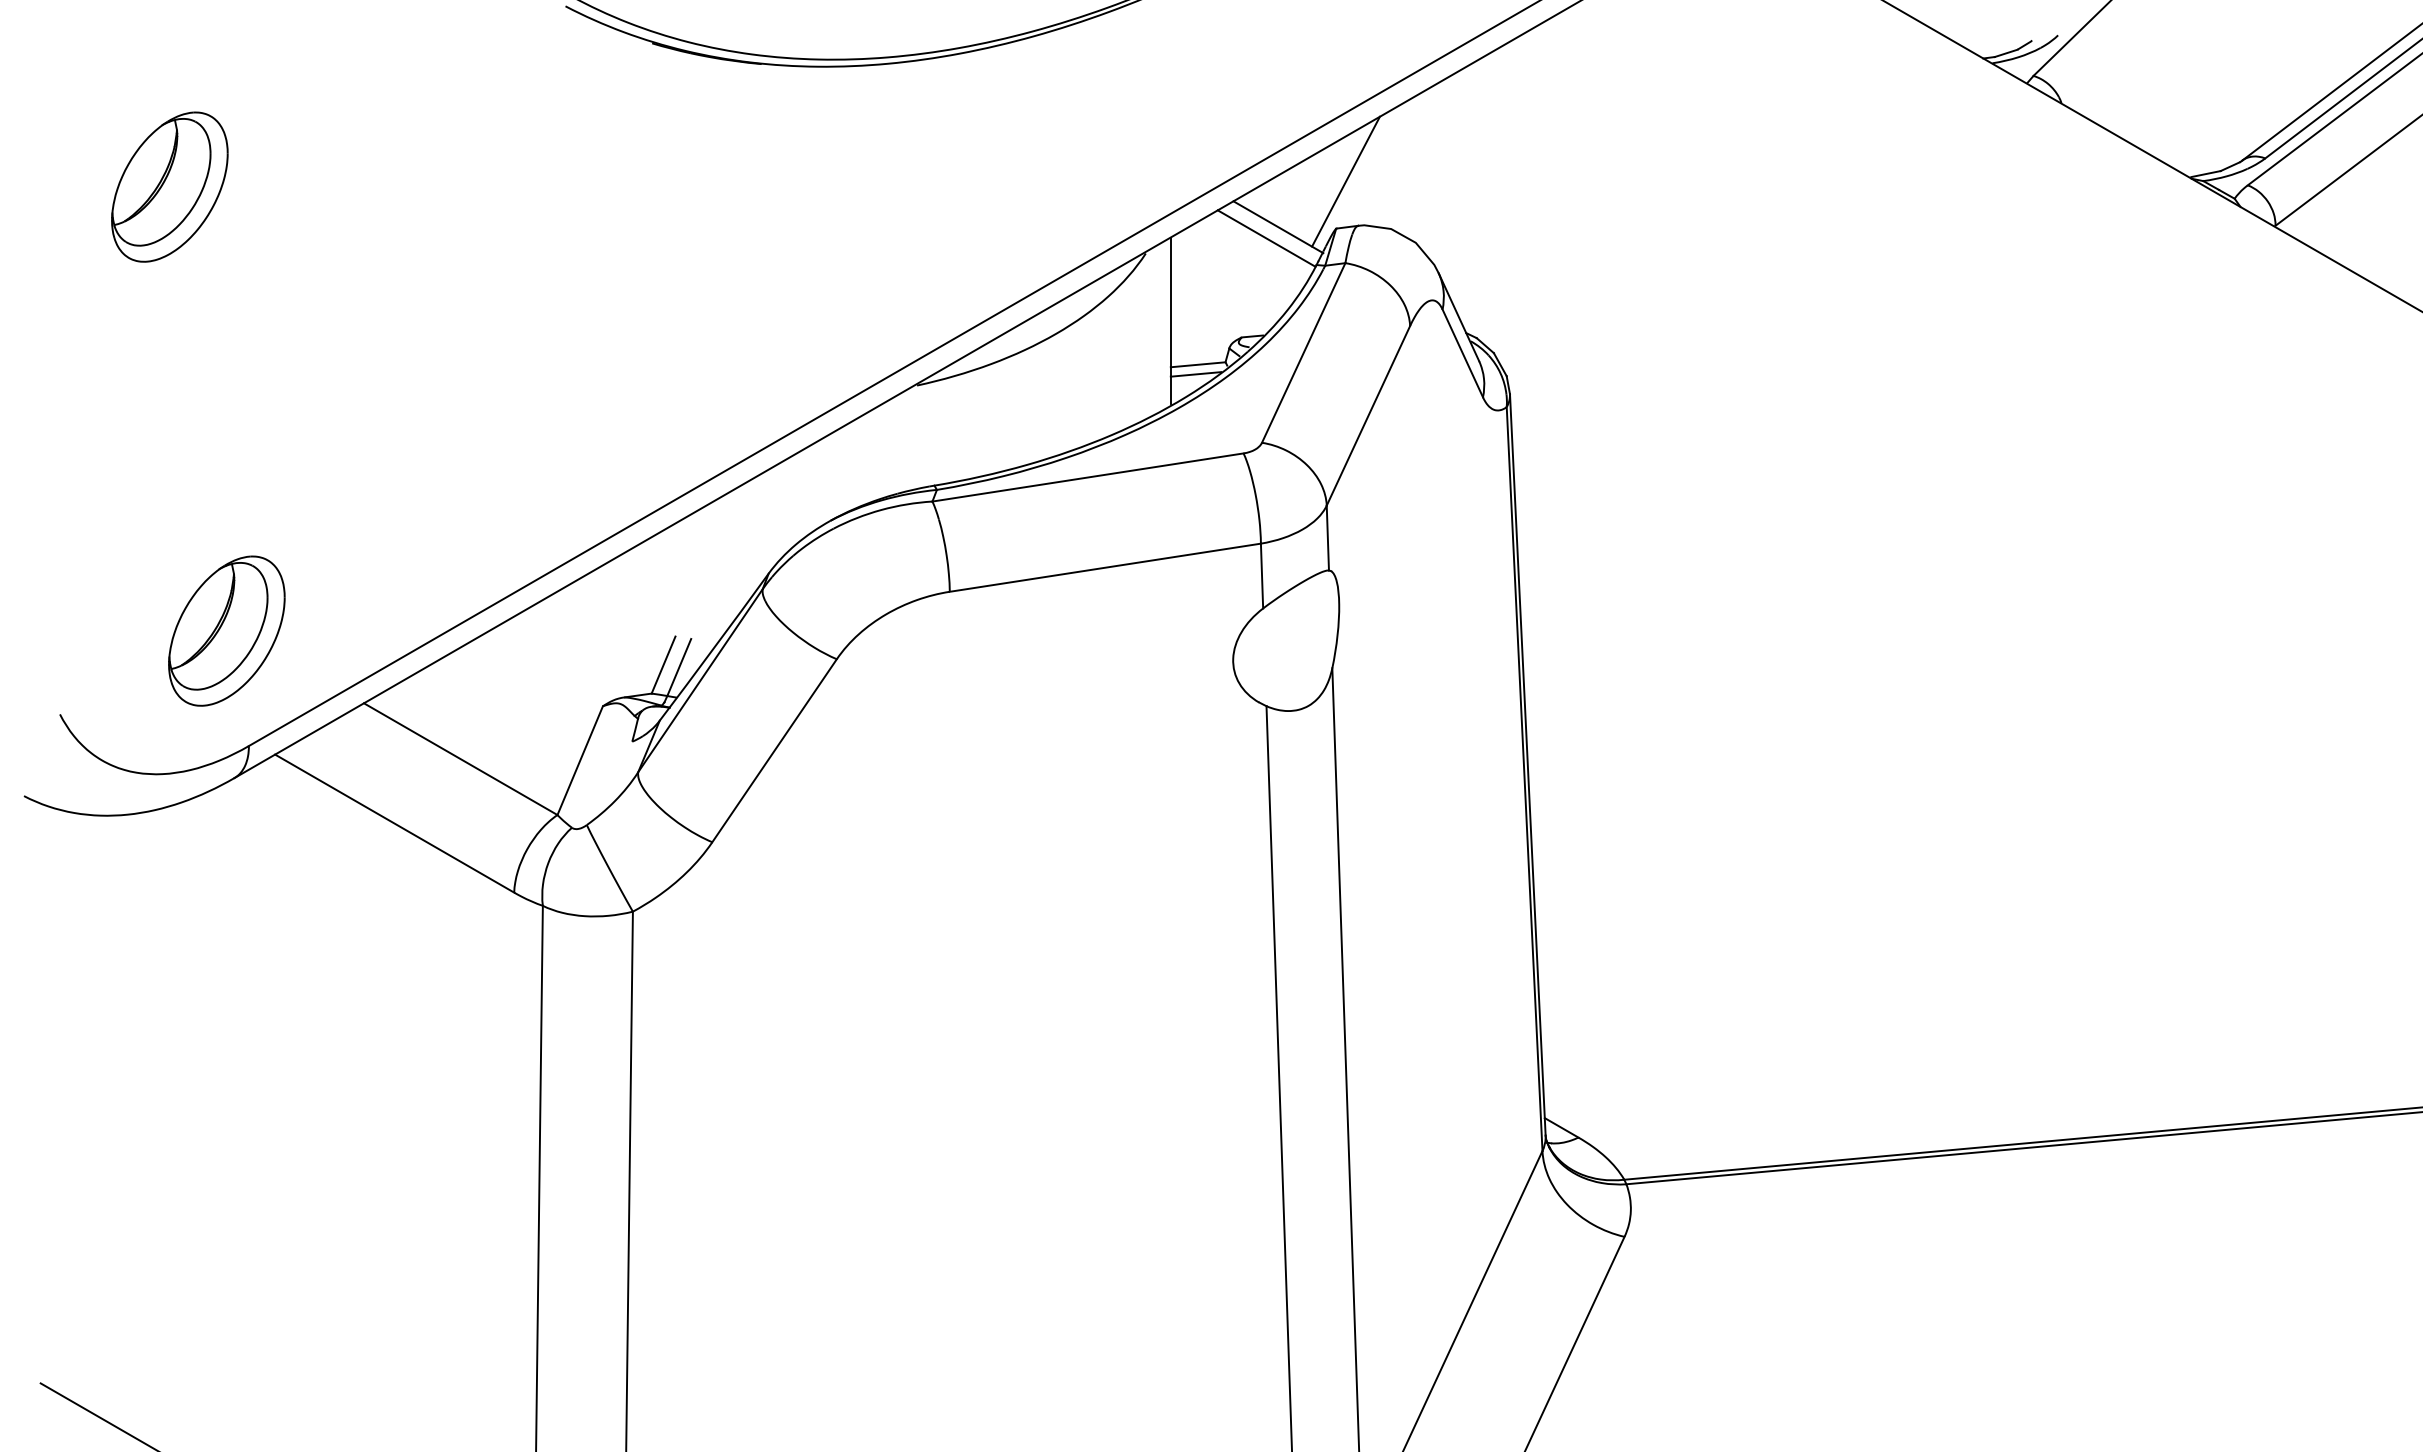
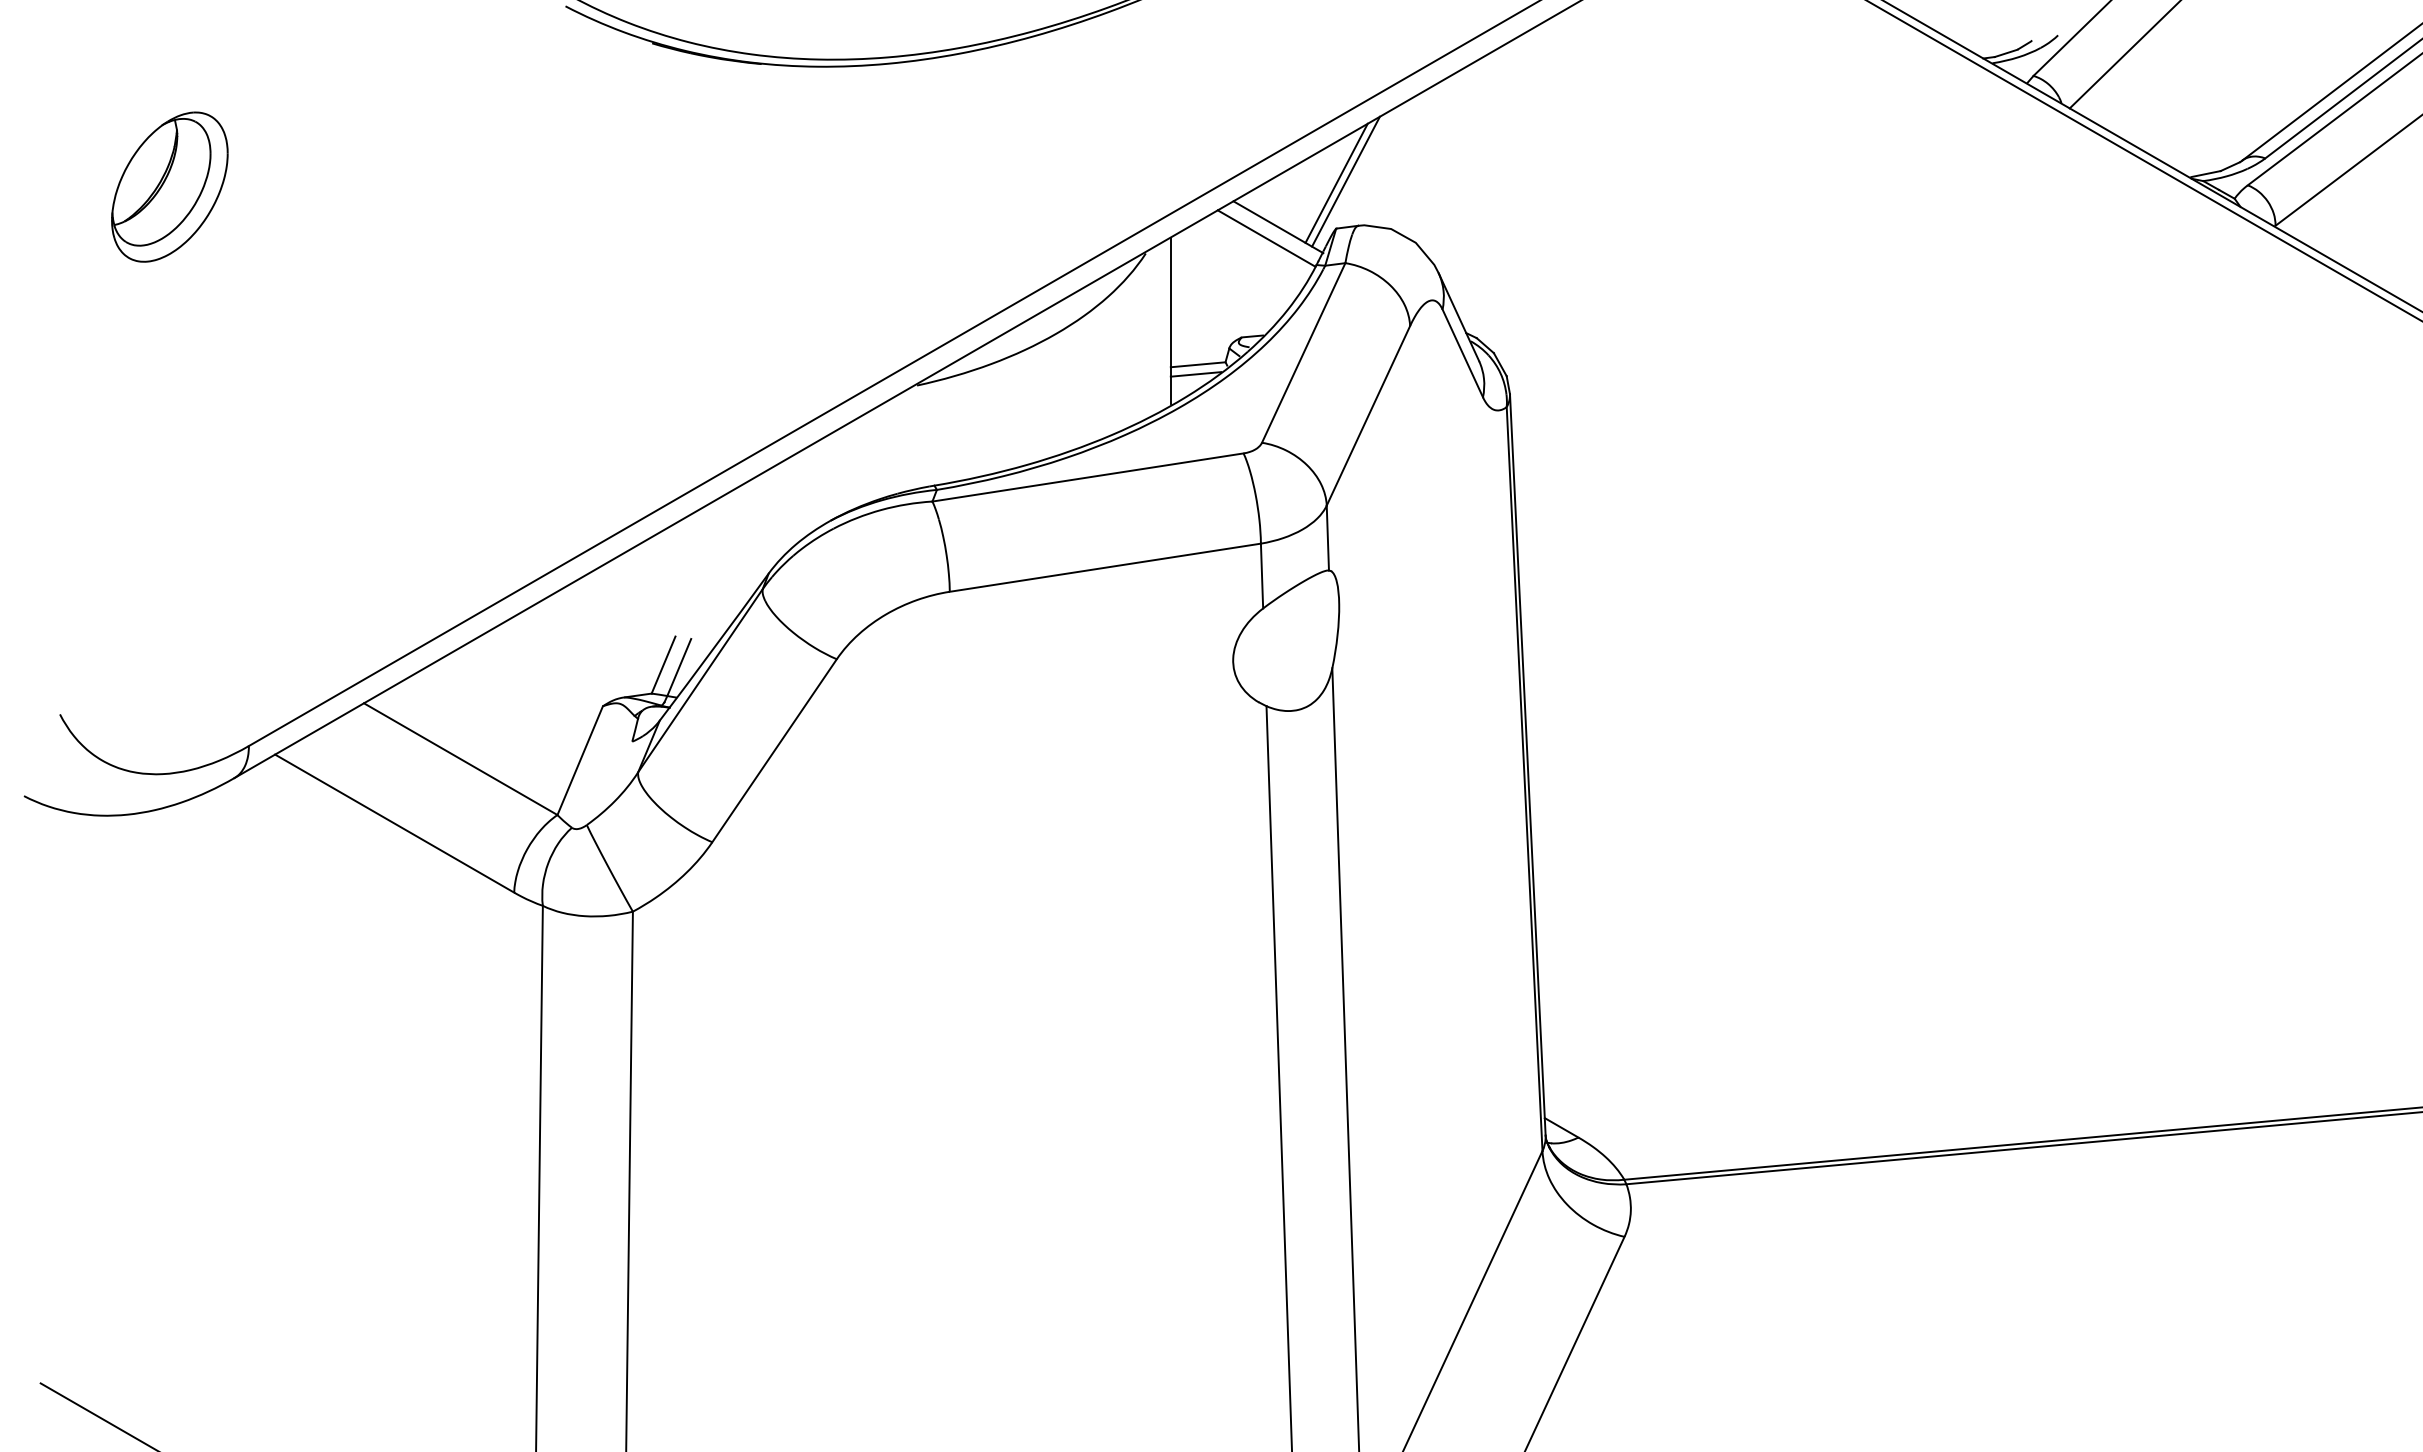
line at (2123, 55): none -> present
line at (2144, 160): none -> present
line at (1336, 182): none -> present
part at (226, 630): present -> none
